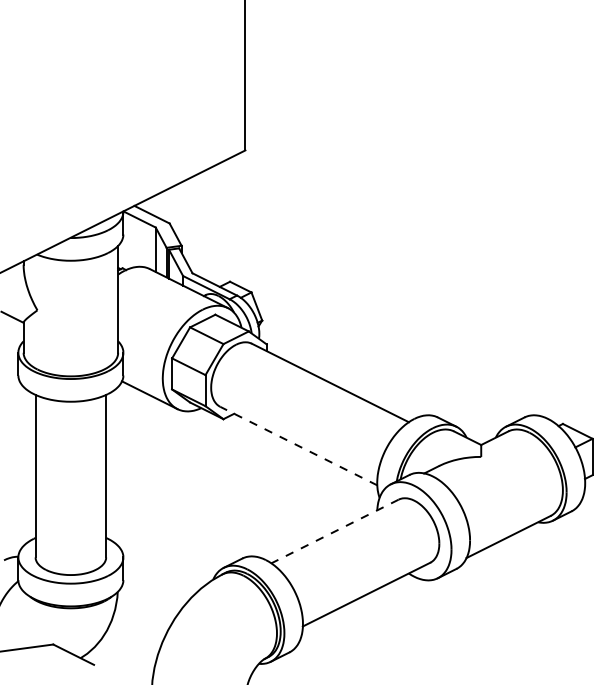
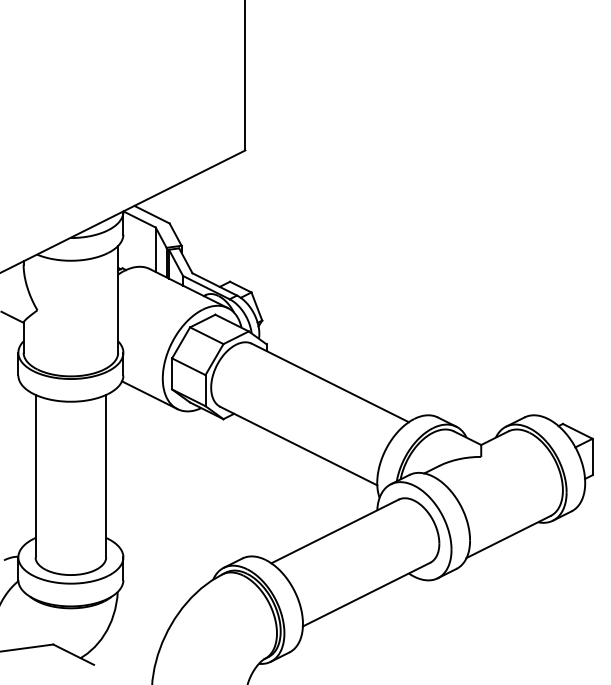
line at (298, 446): dashed -> solid
line at (334, 531): dashed -> solid
